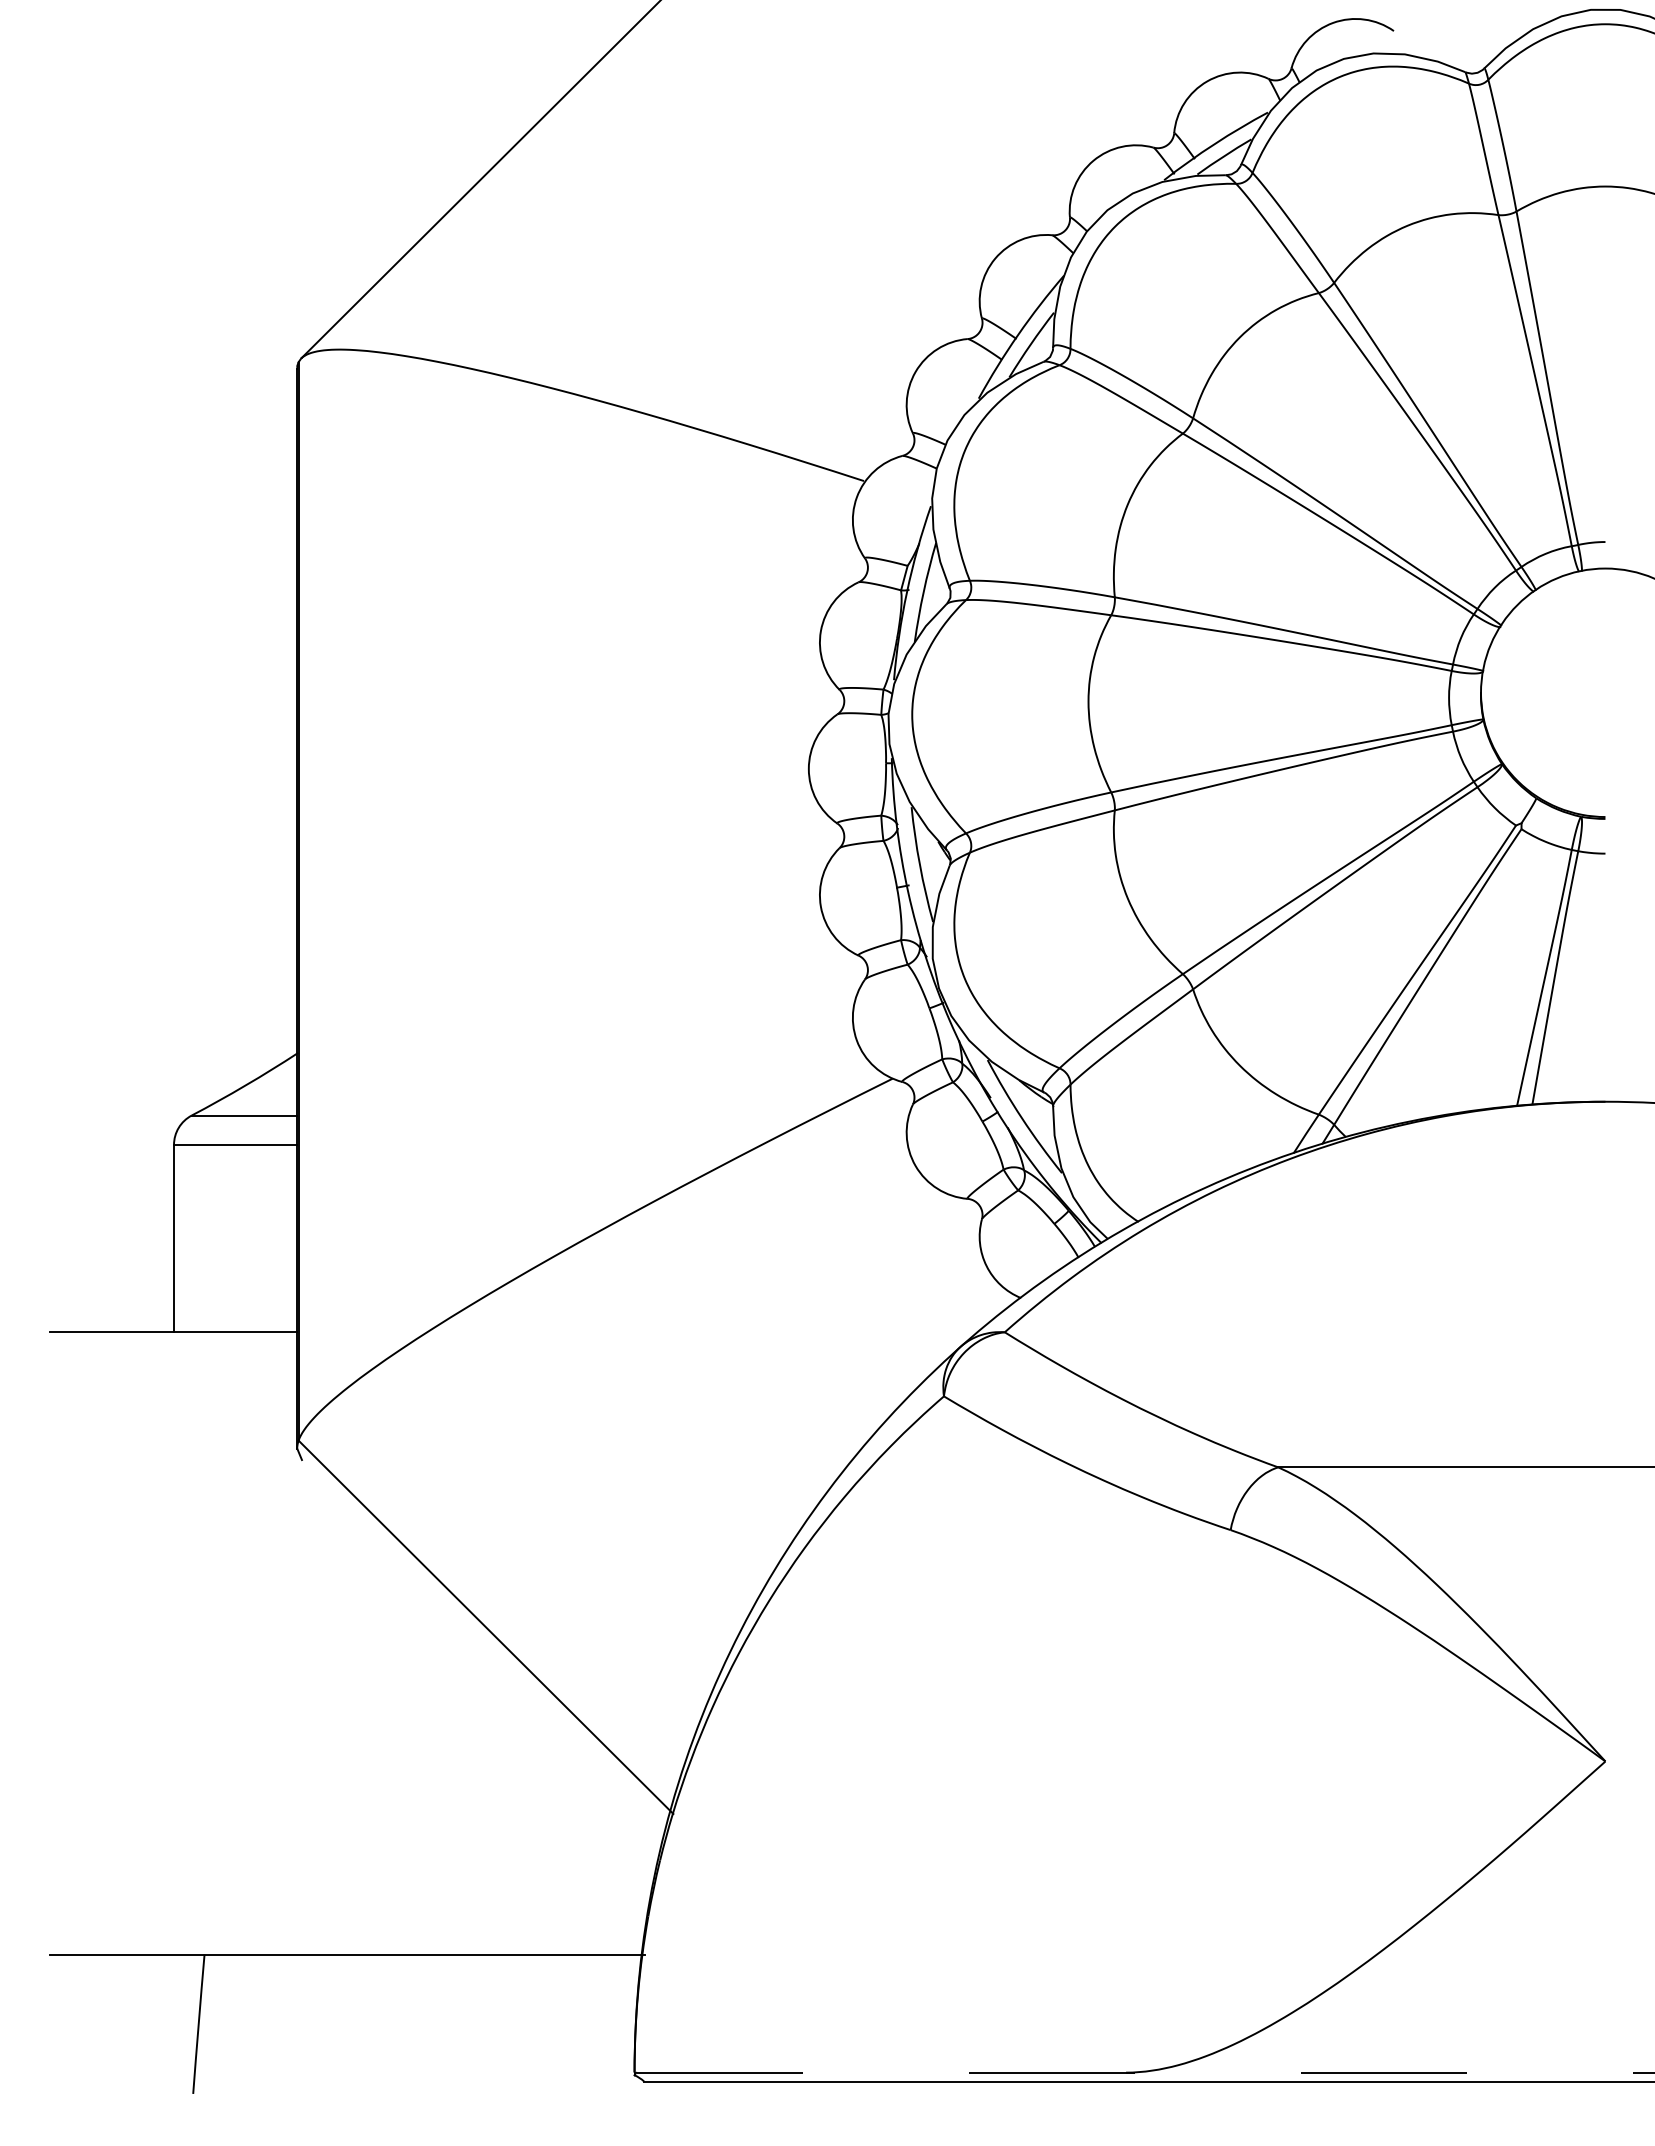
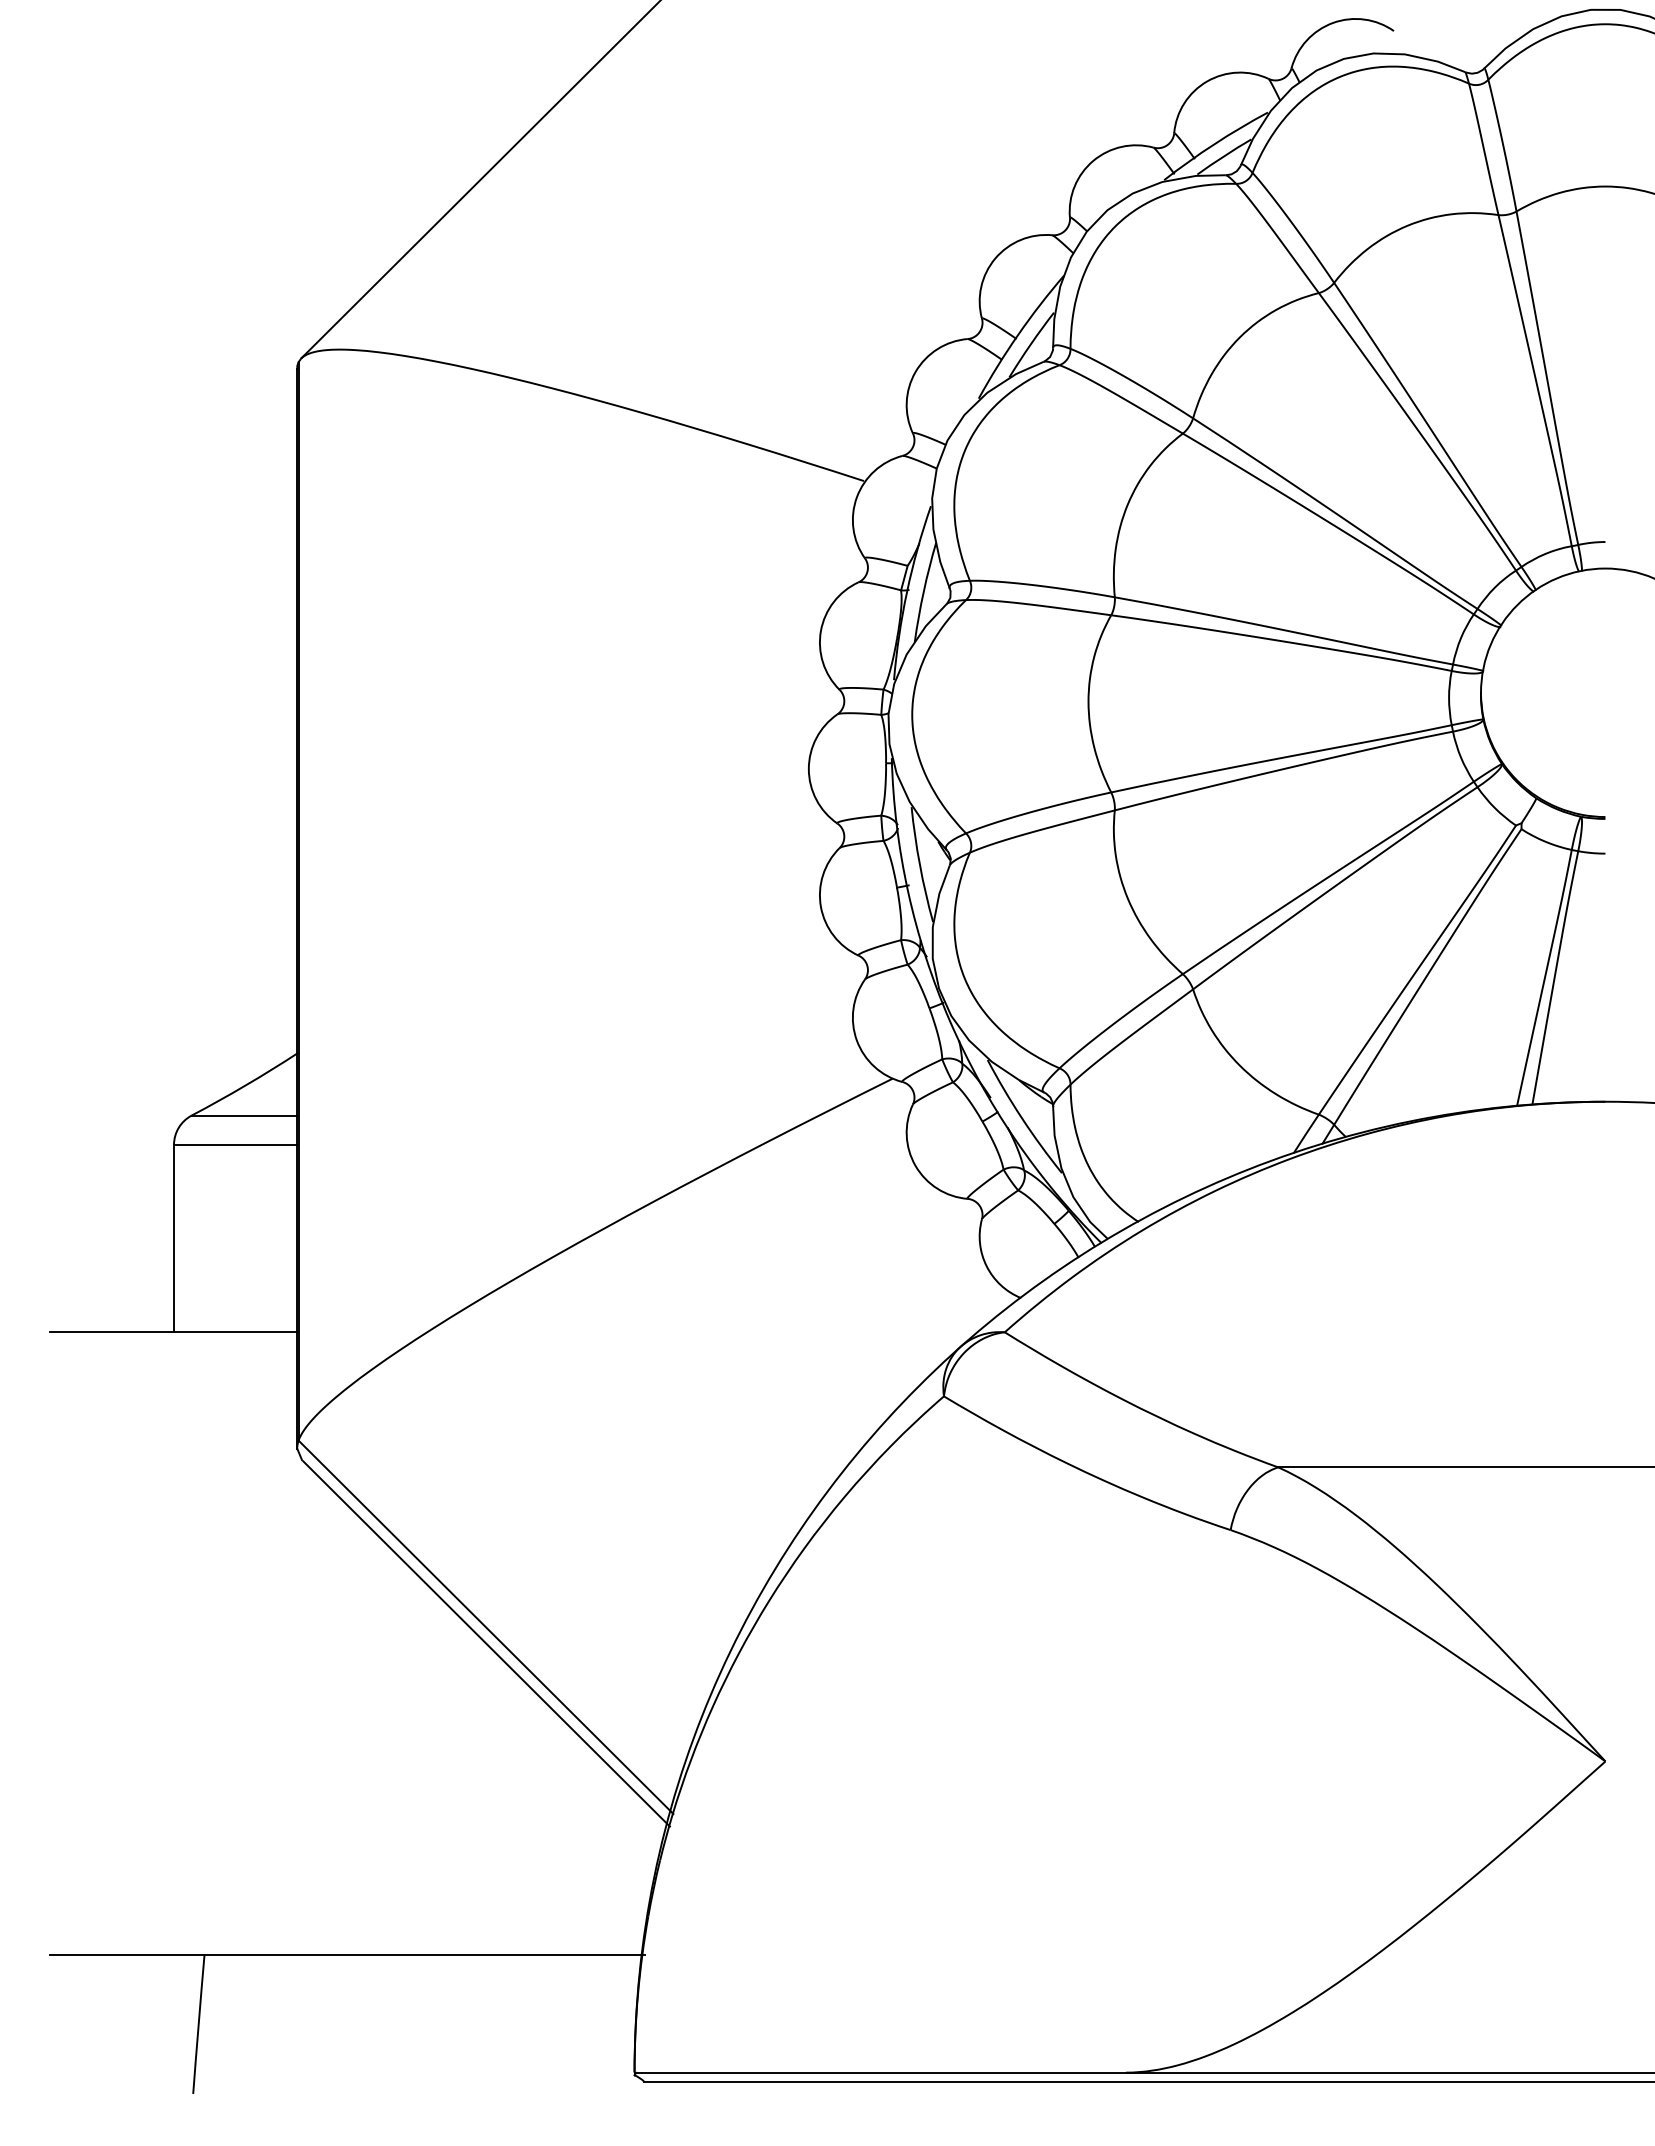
line at (486, 1643): none -> present
line at (1146, 2072): dashed -> solid
